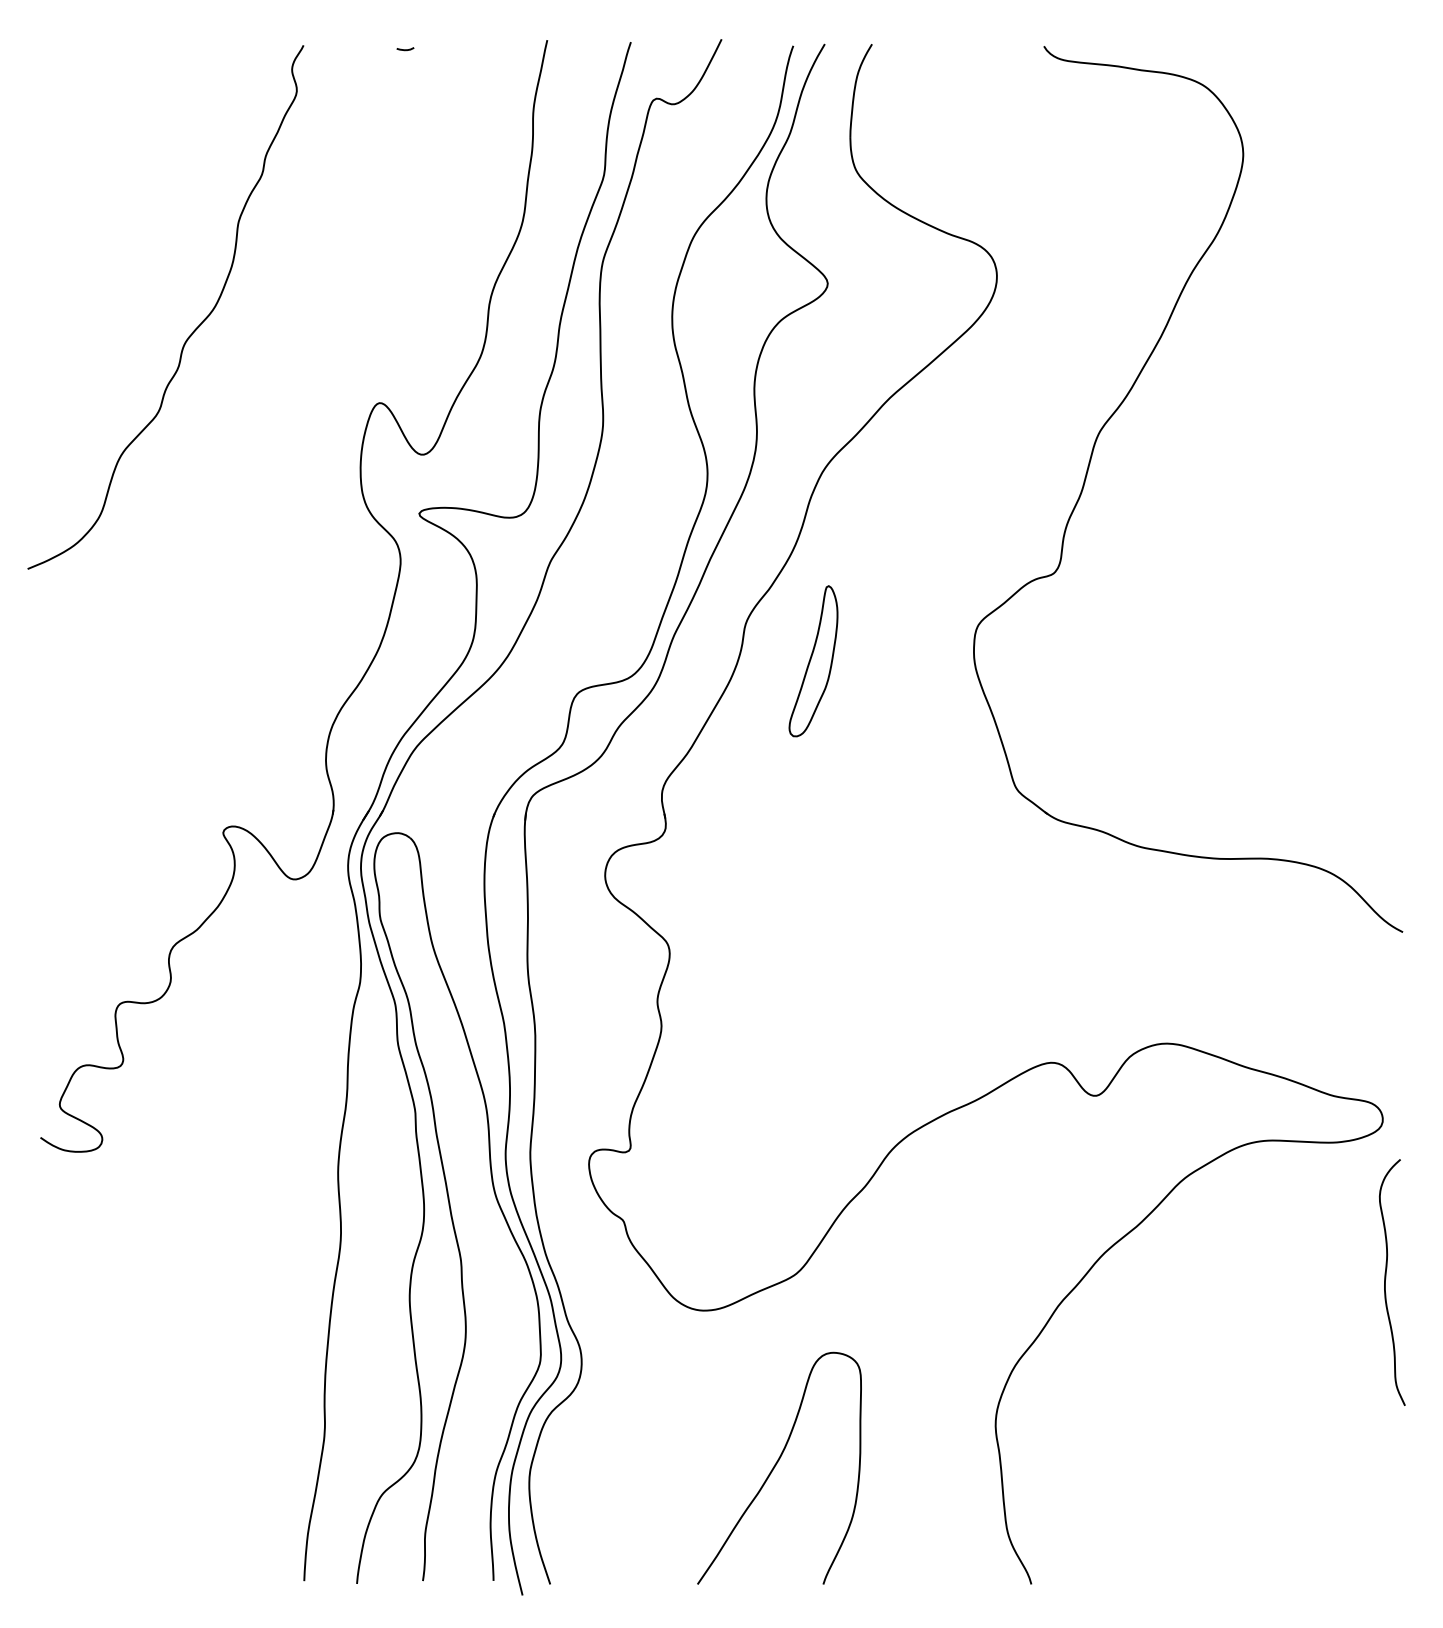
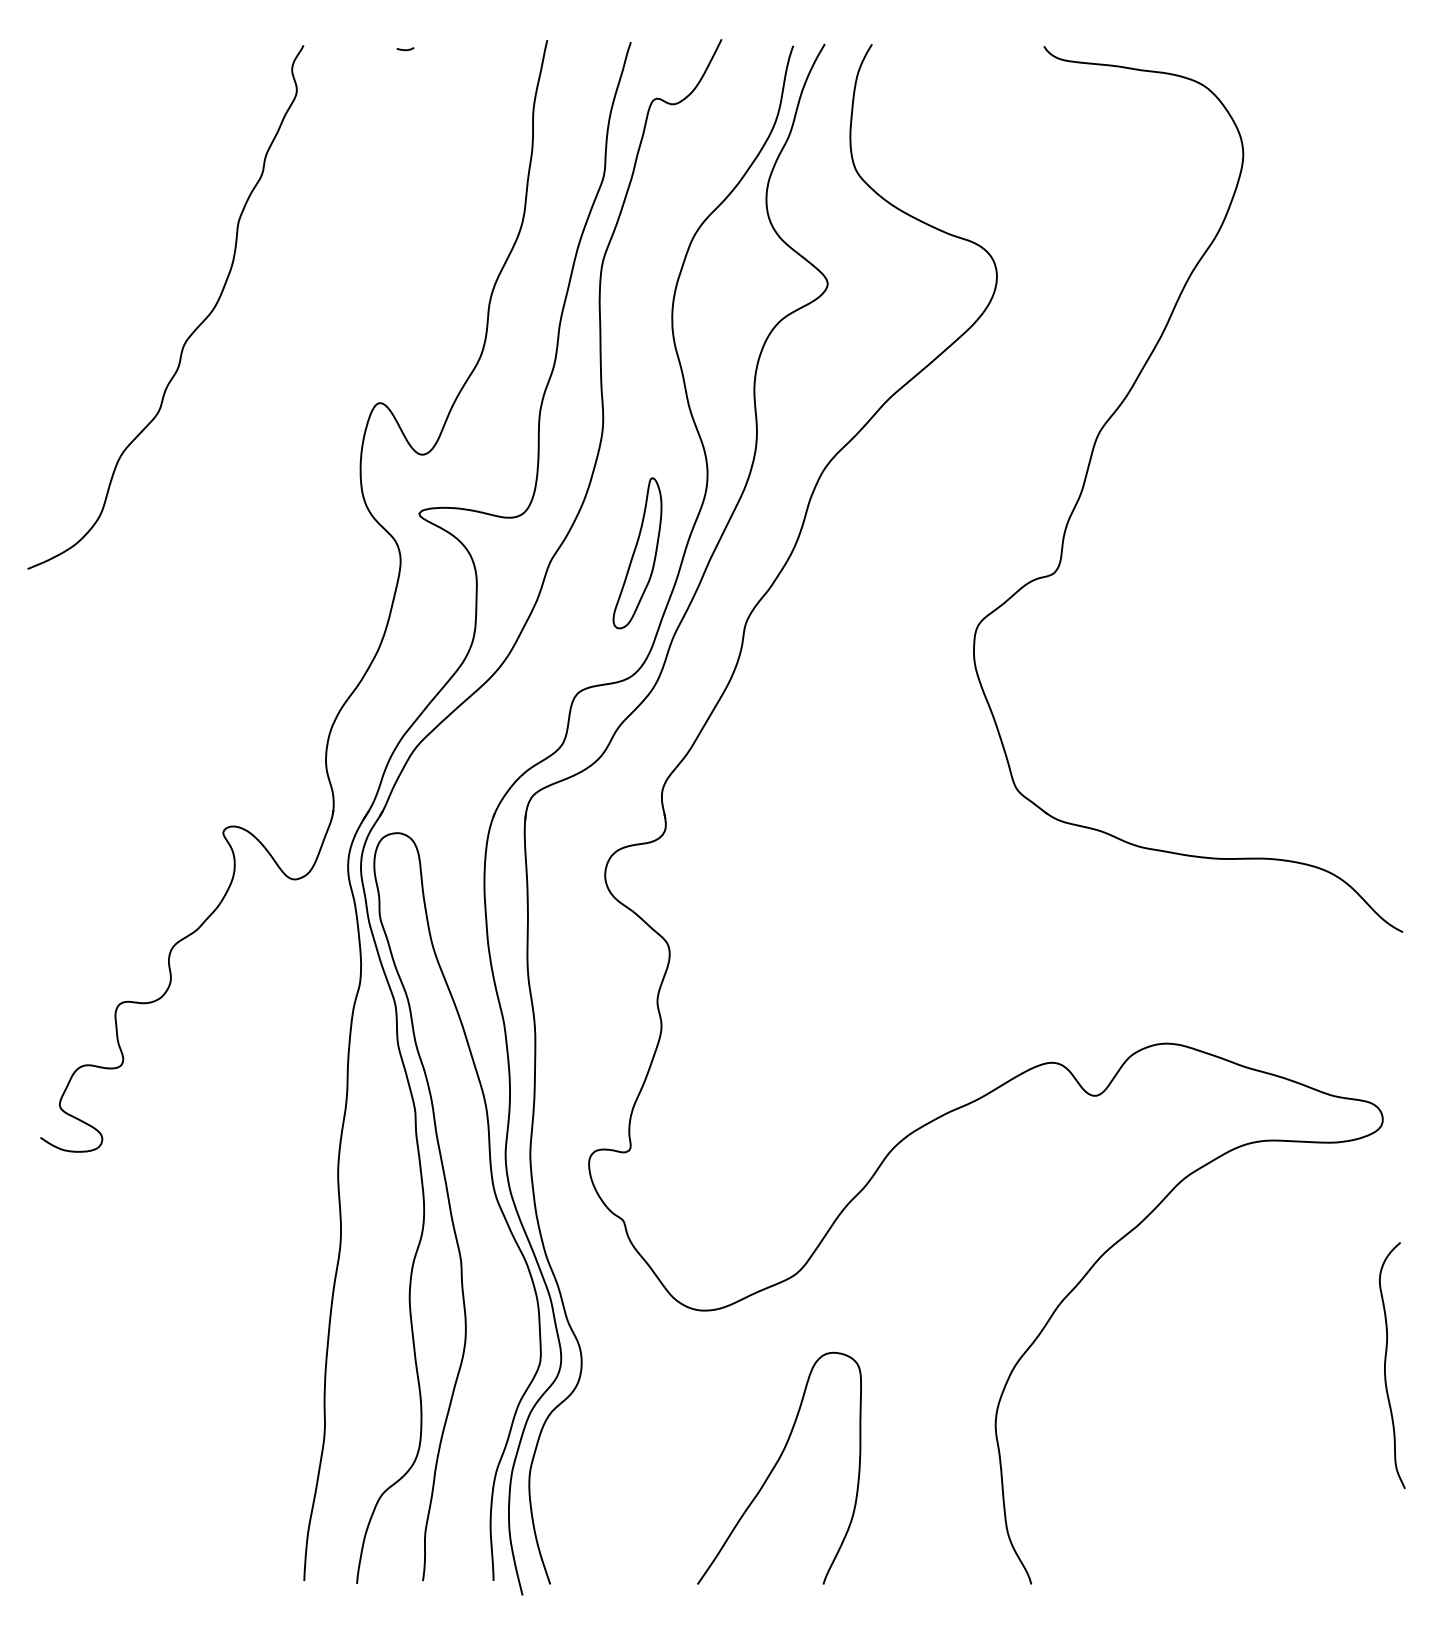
part at (813, 661) position: (813, 661) -> (637, 553)
curve at (1385, 1282) position: (1385, 1282) -> (1385, 1365)
